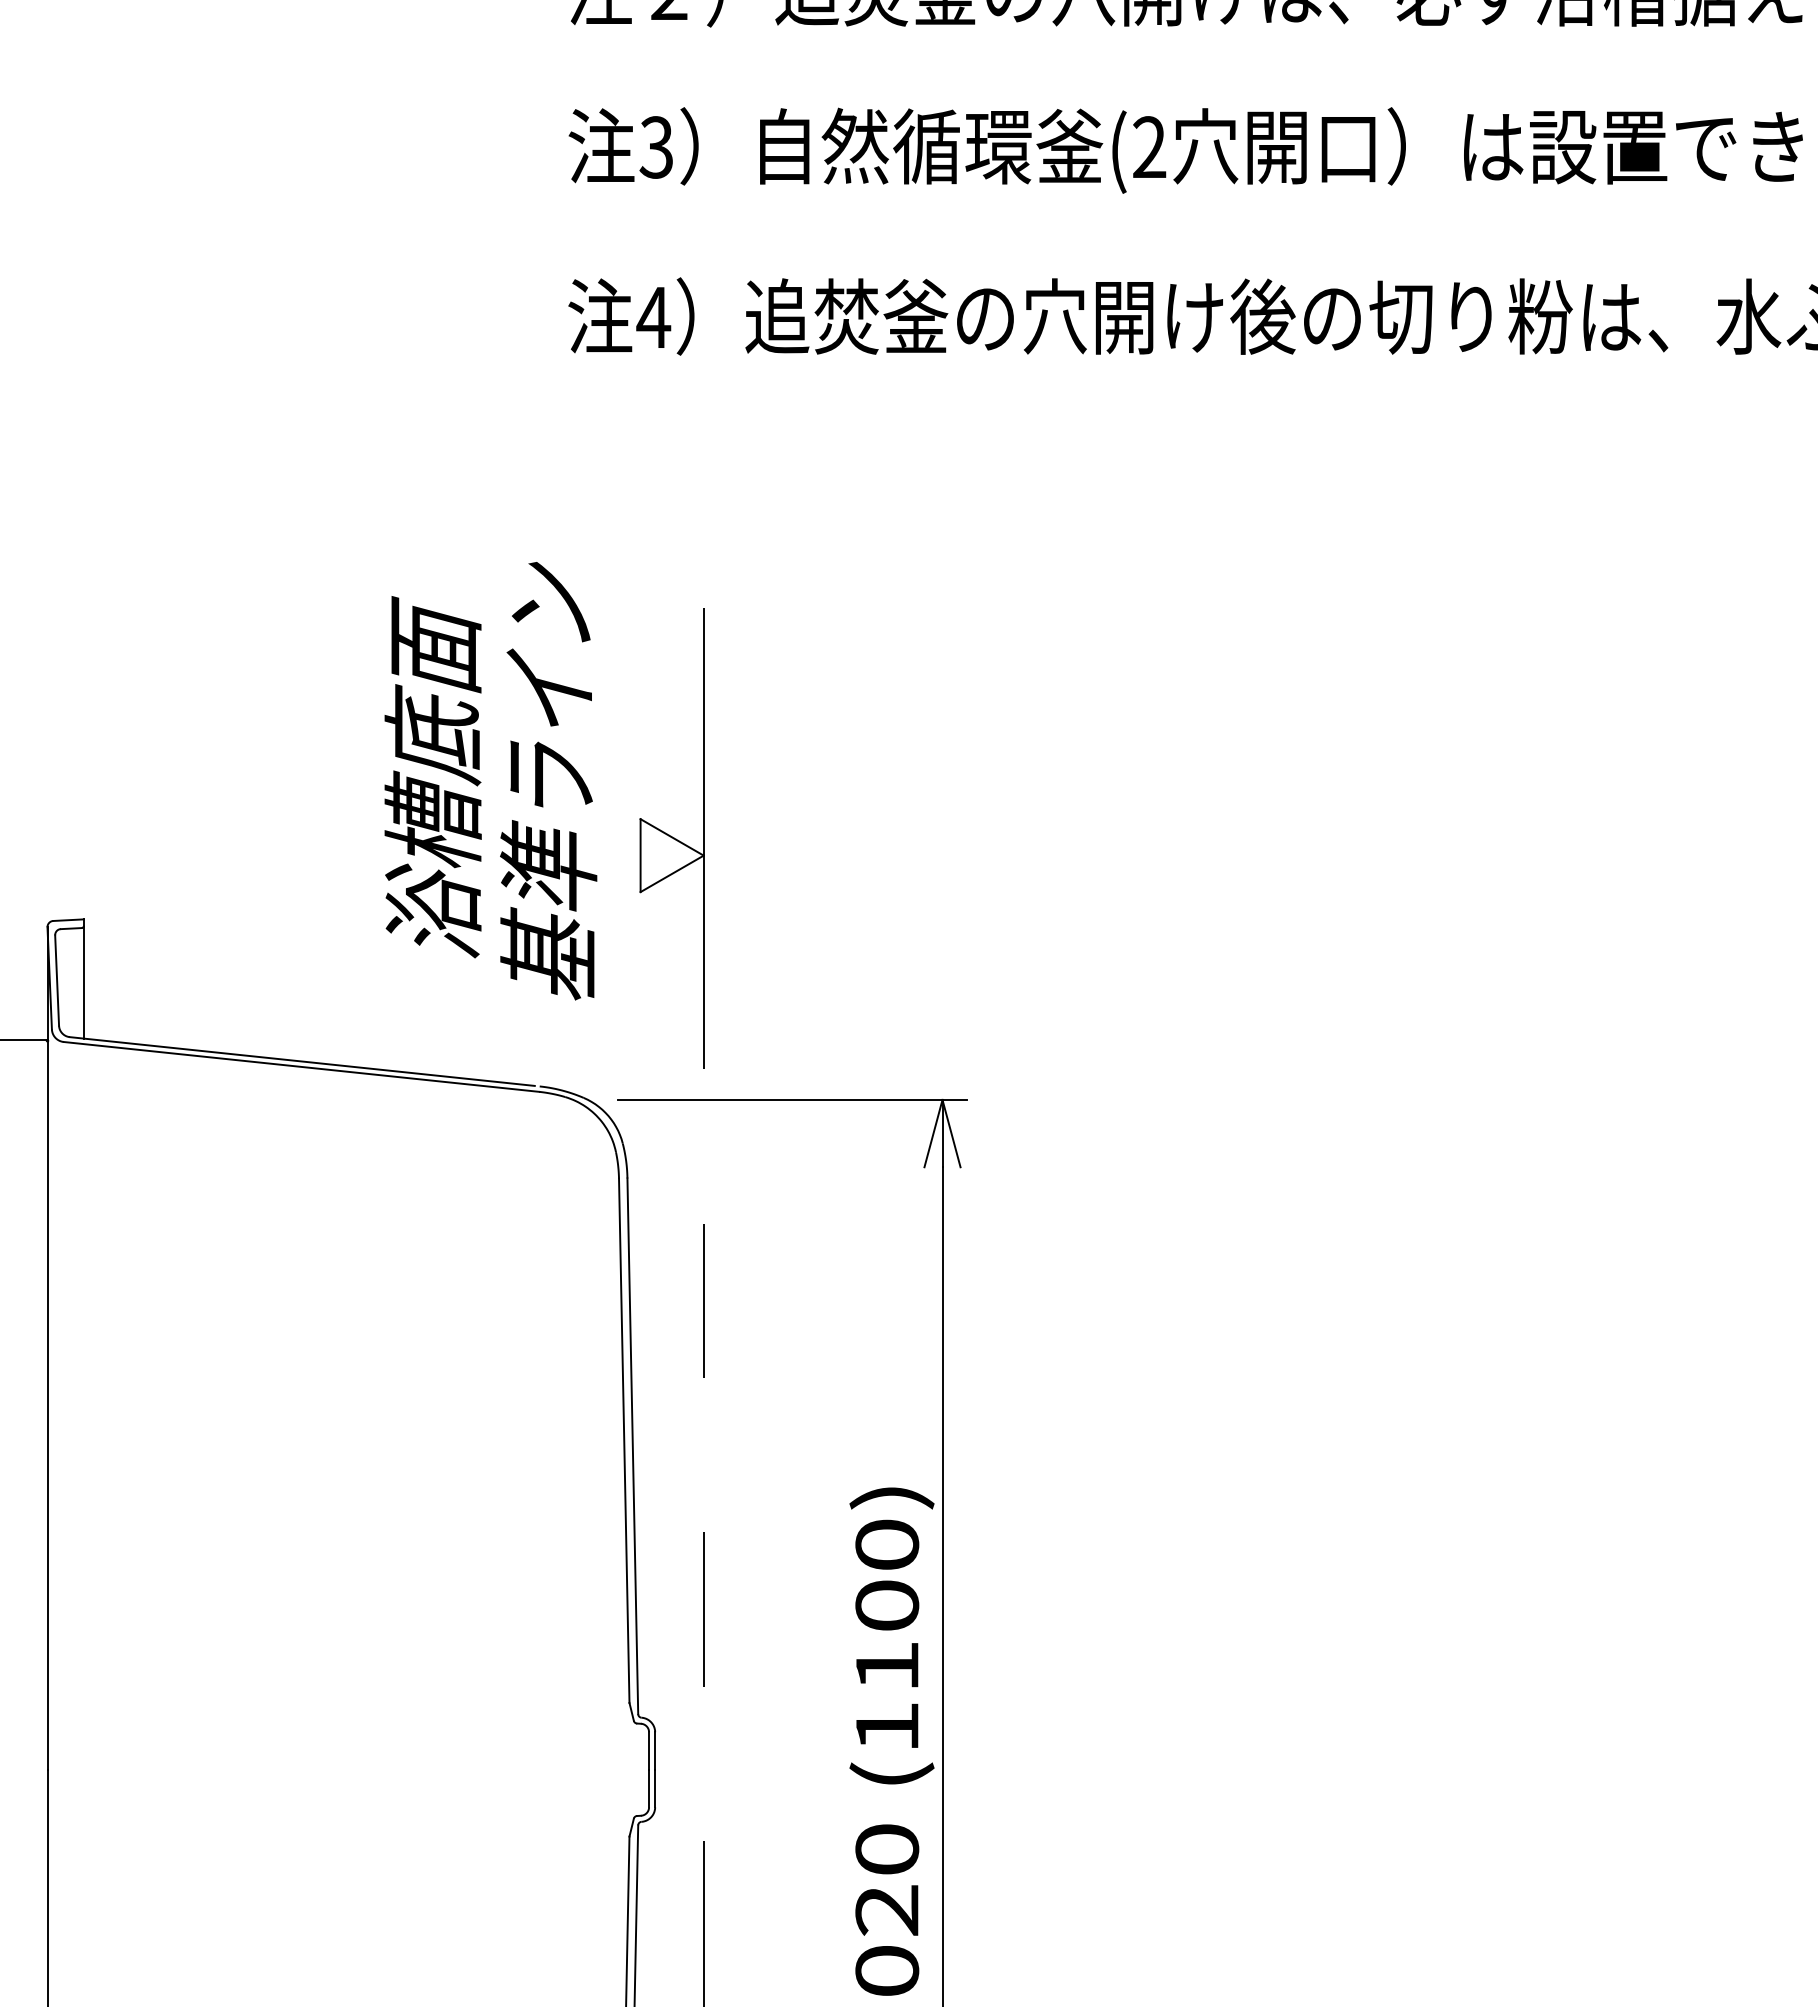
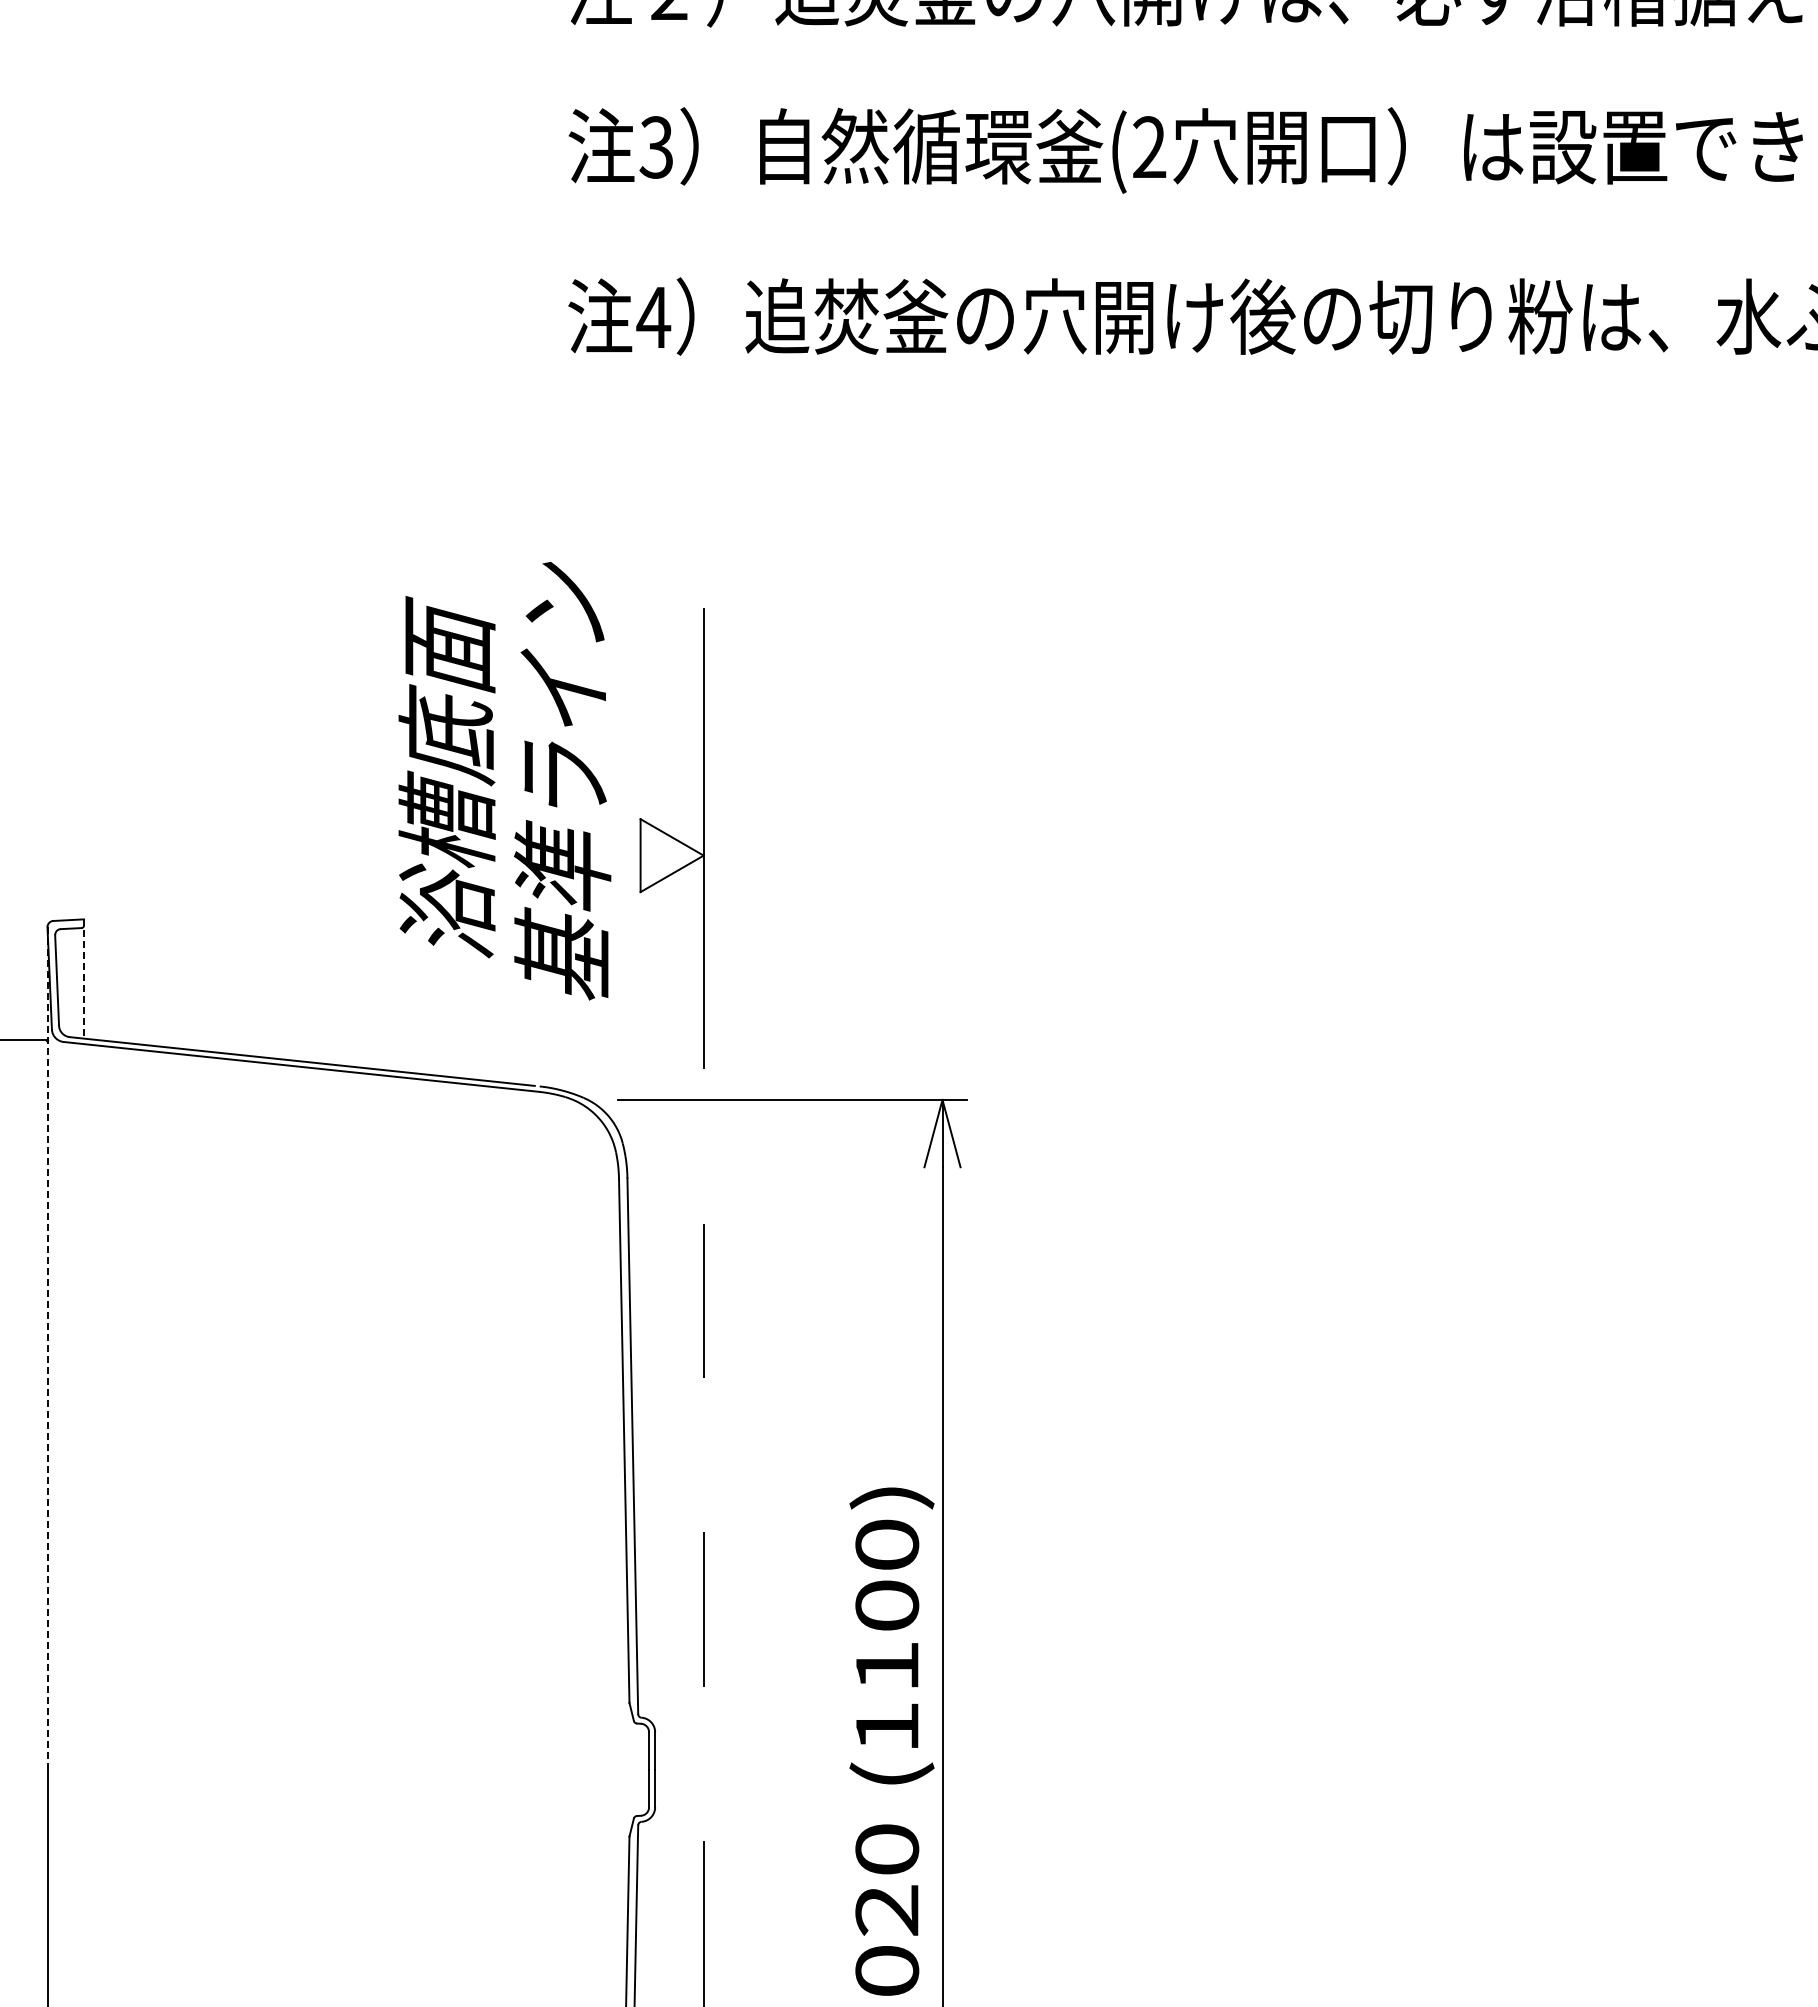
text at (490, 781) position: (490, 781) -> (504, 781)
line at (83, 979): solid -> dashed
line at (47, 1348): solid -> dashed
